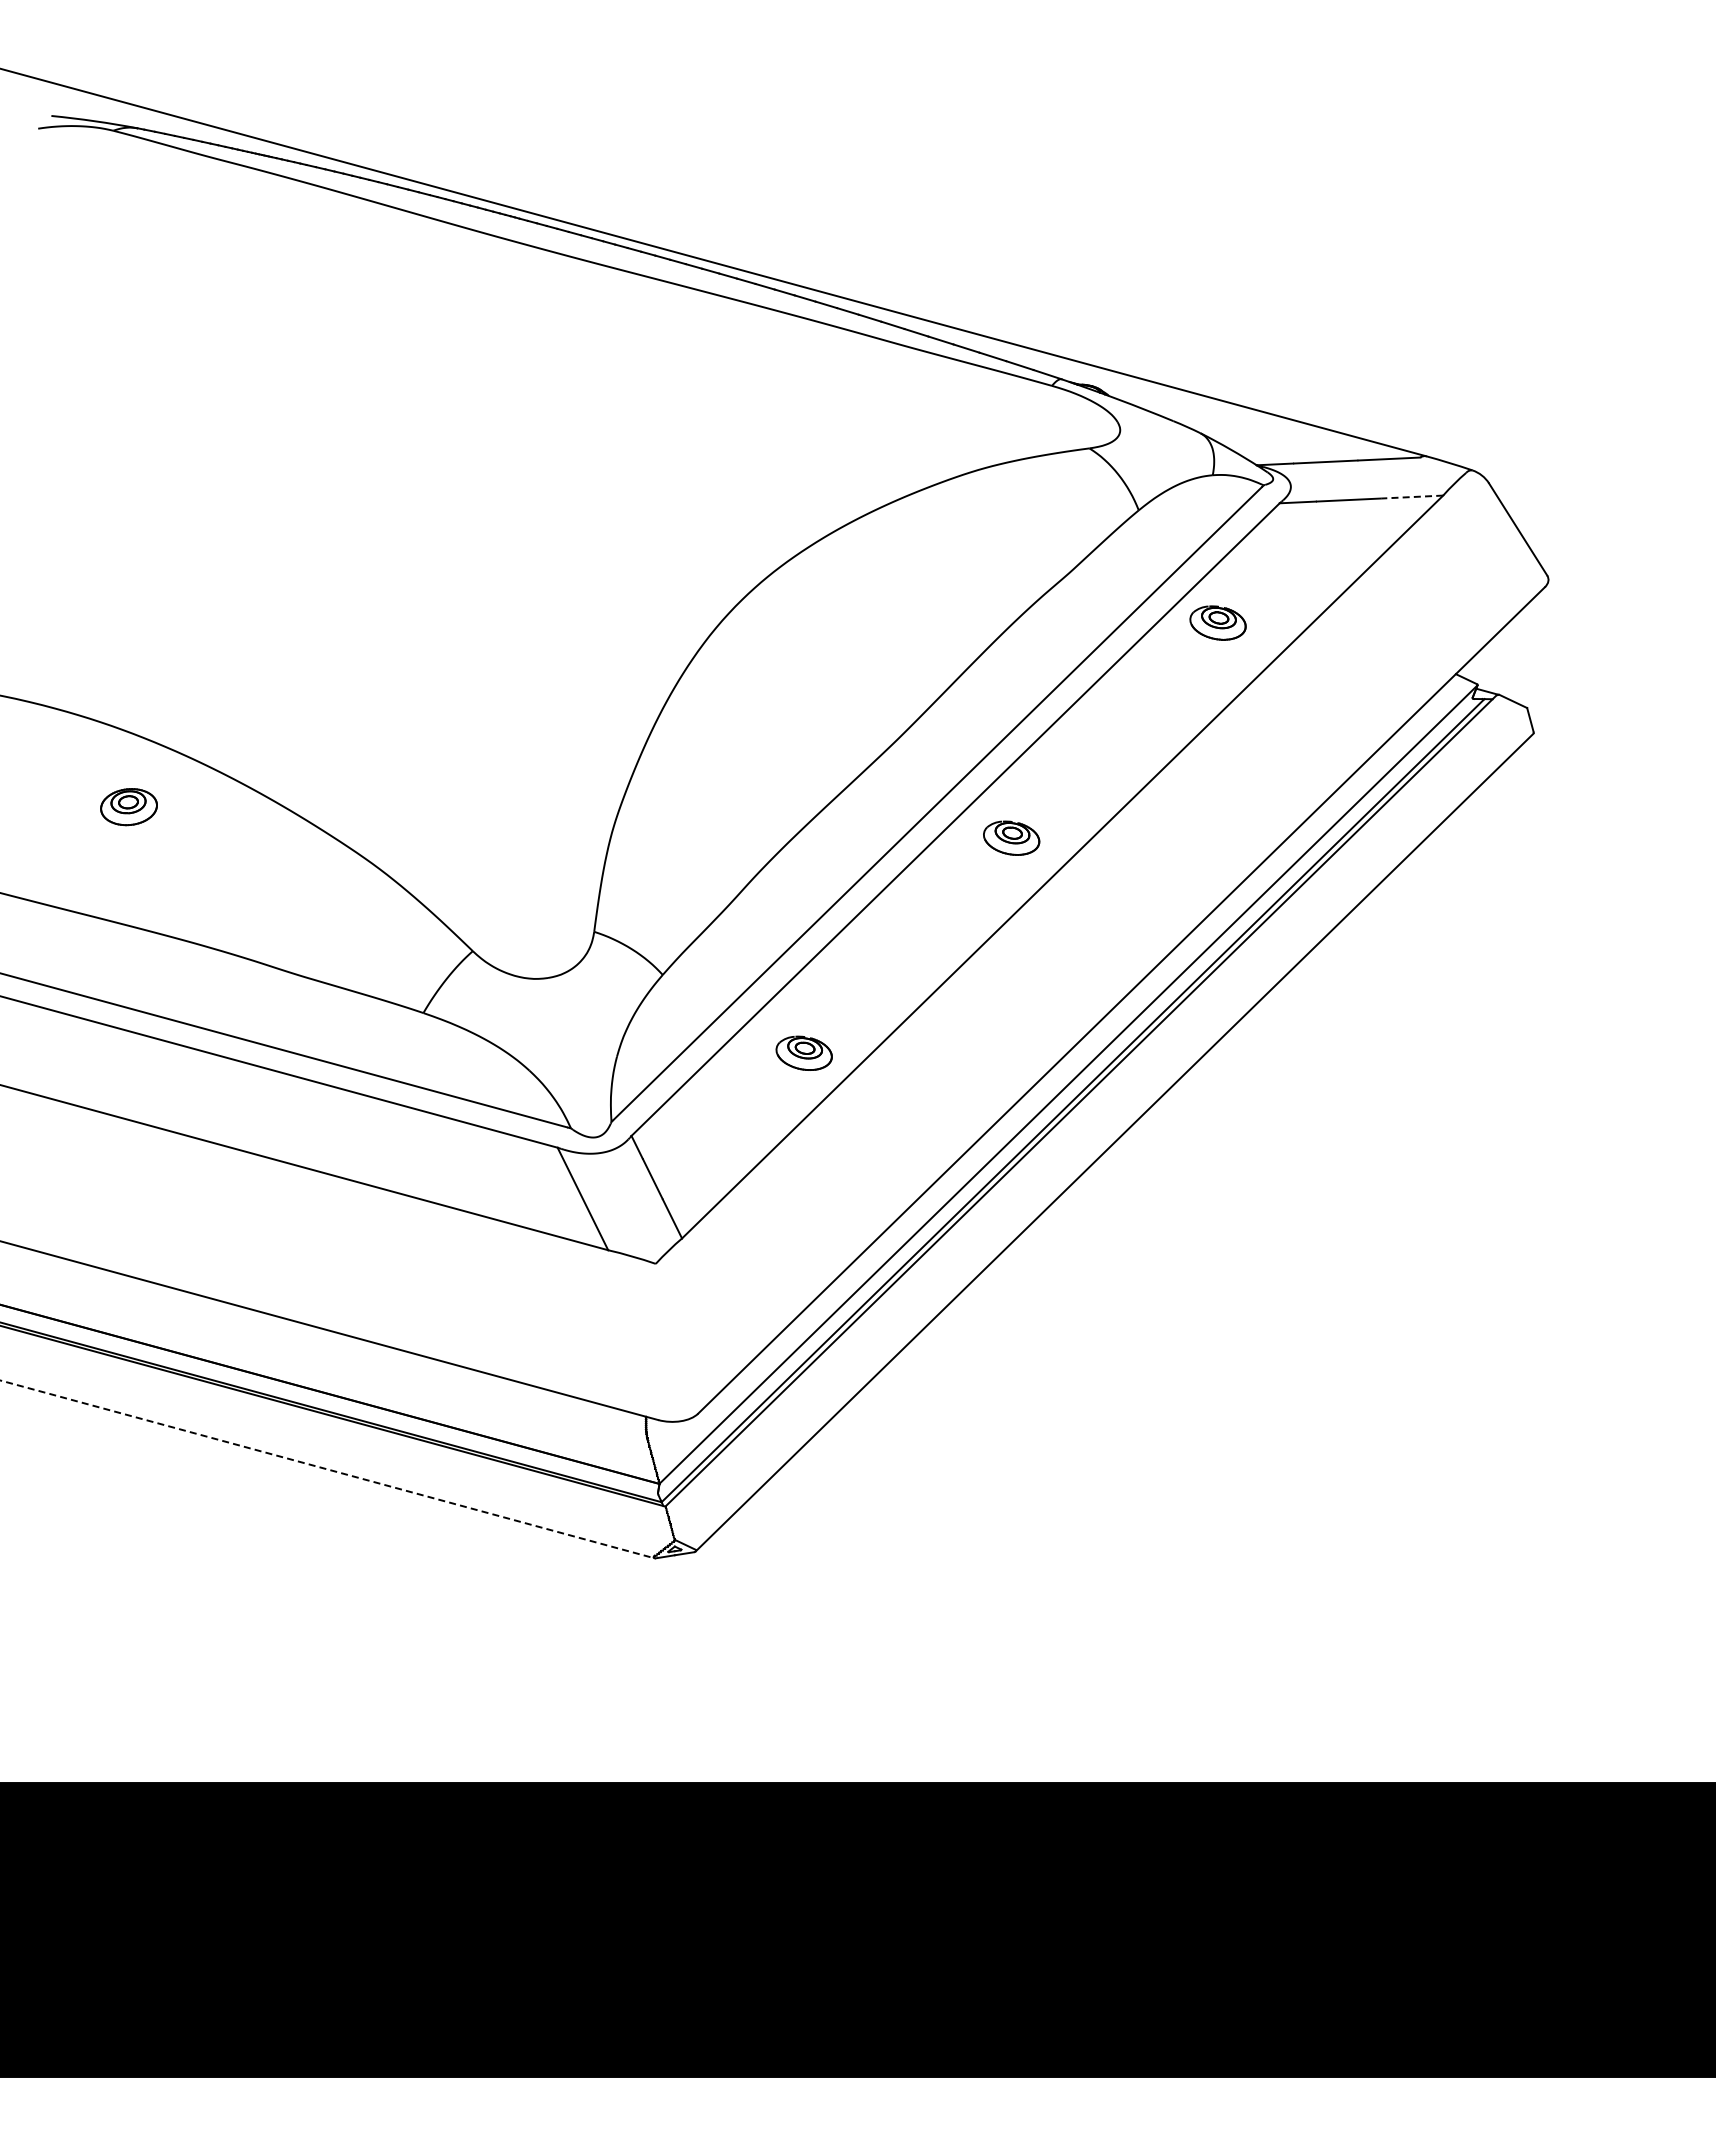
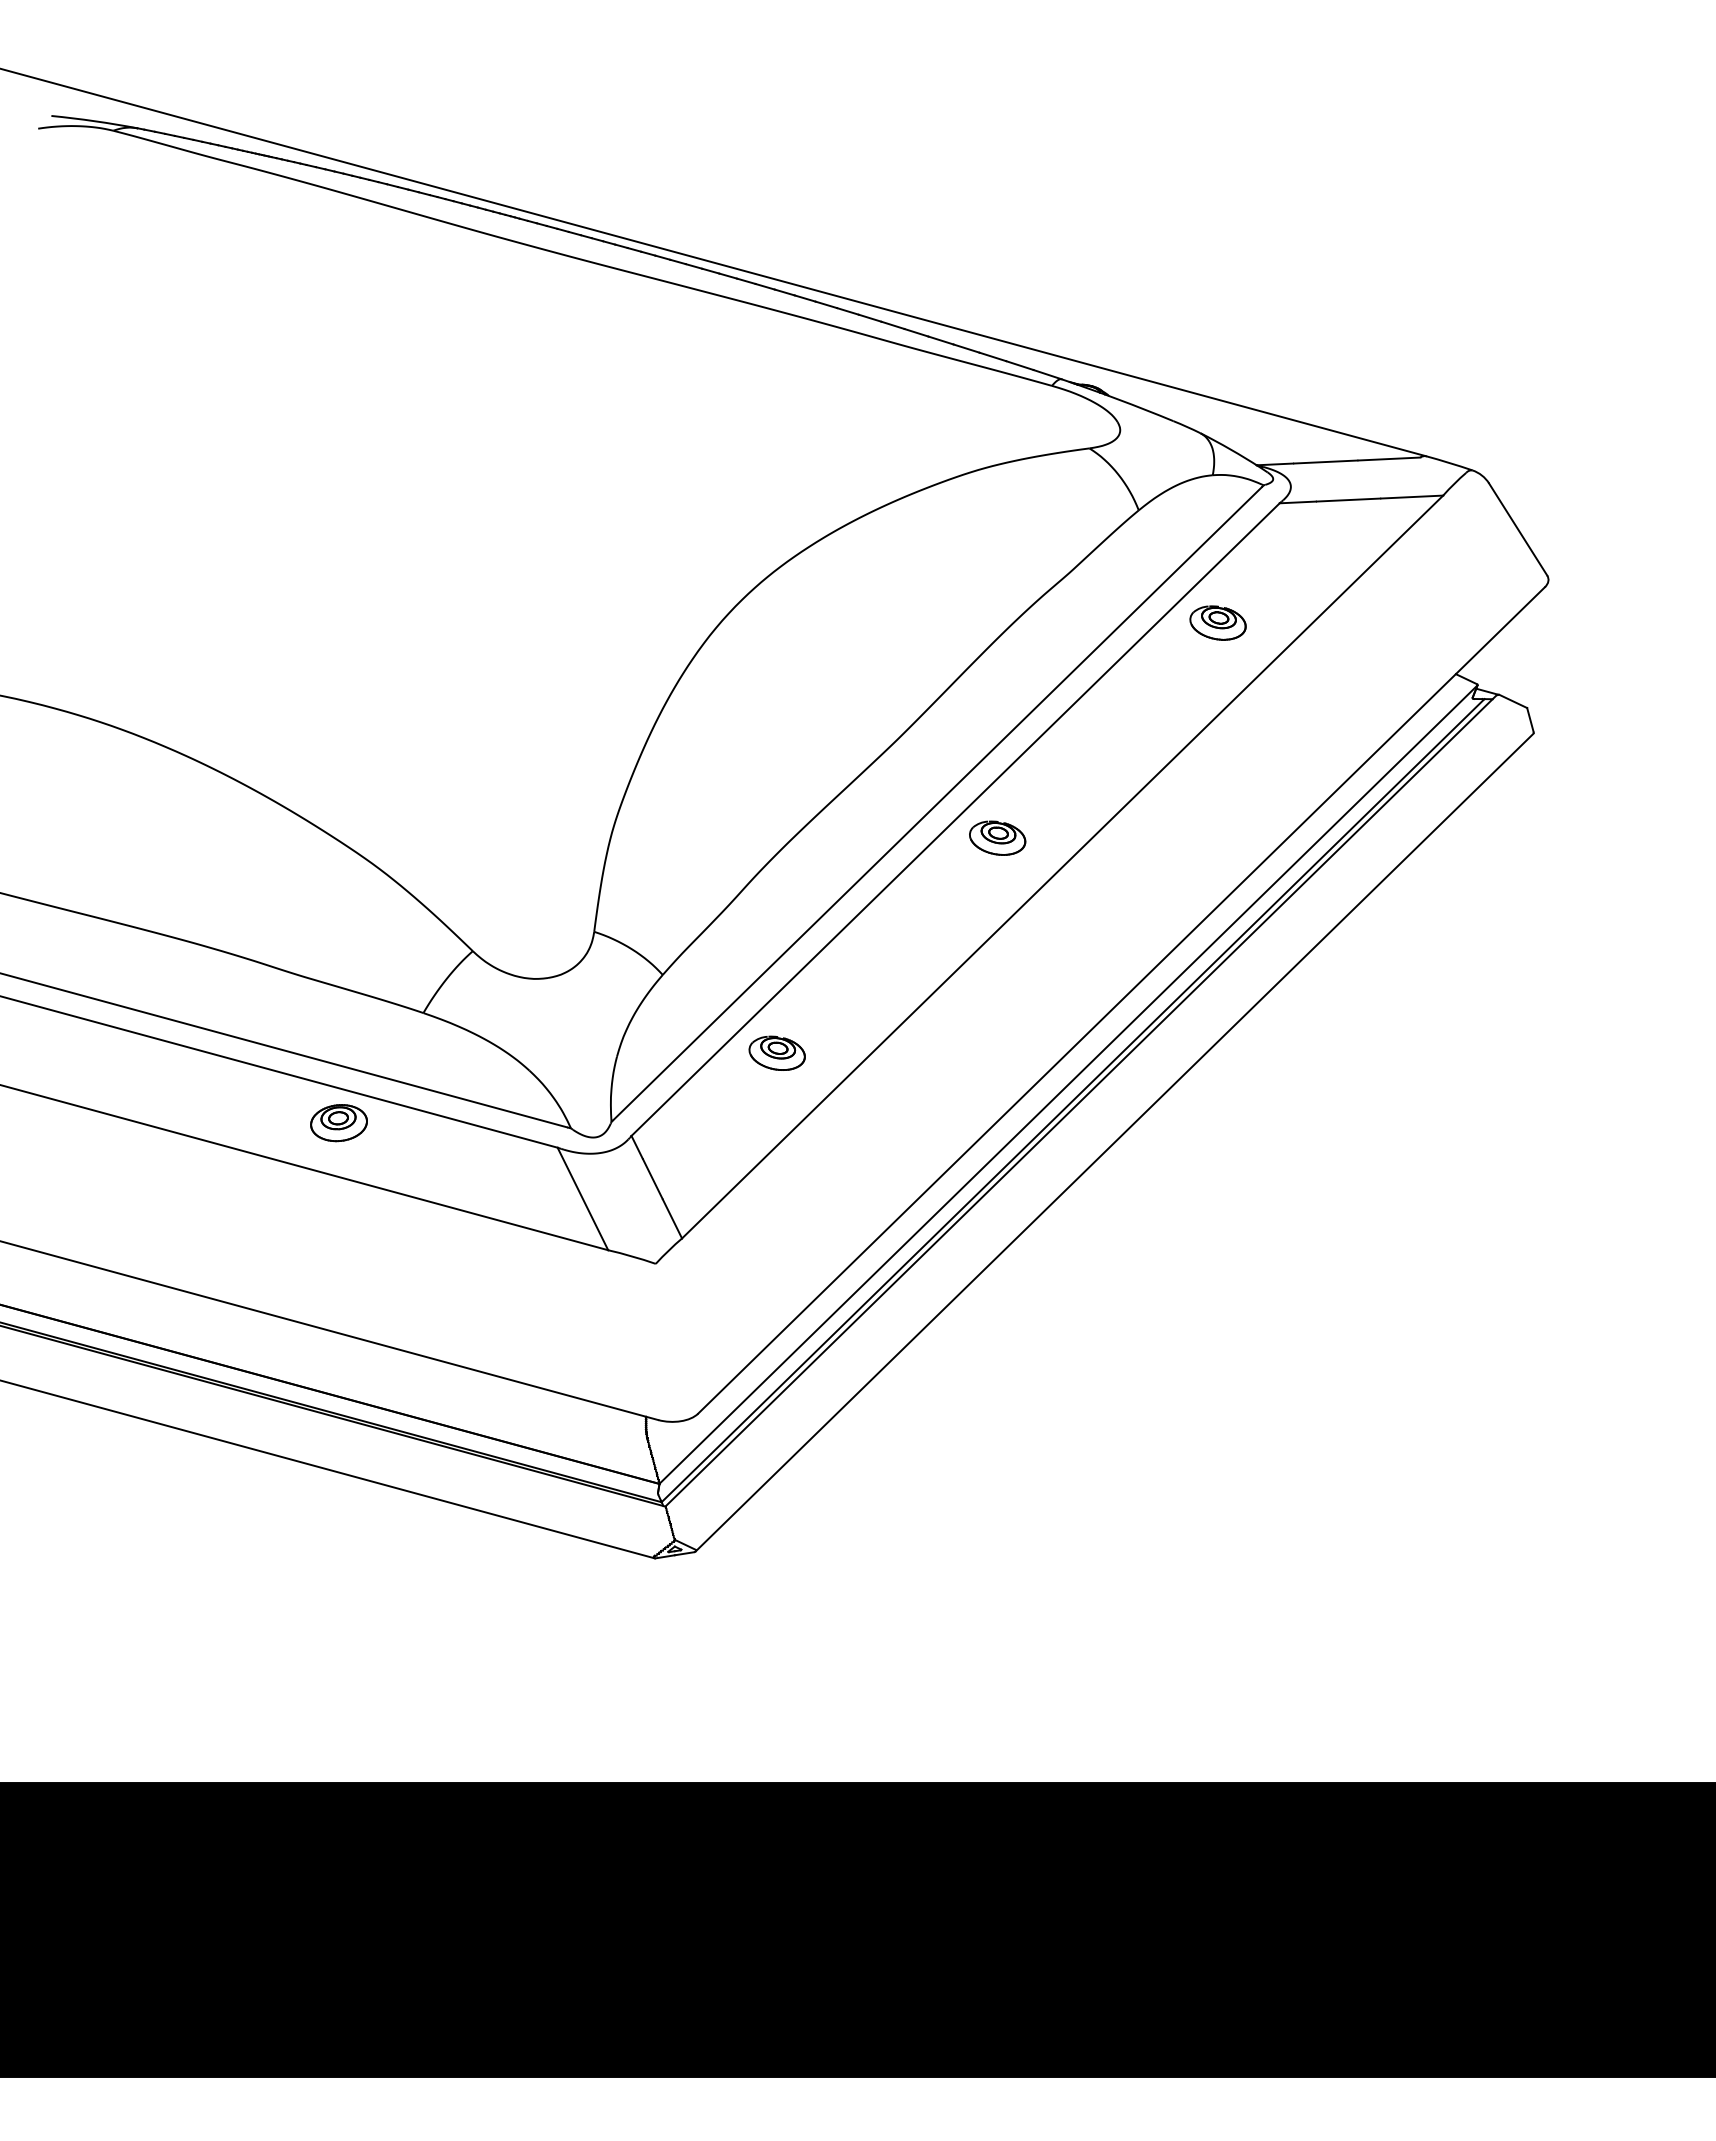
line at (1411, 497): dashed -> solid
part at (128, 807) position: (128, 807) -> (338, 1123)
part at (1011, 837) position: (1011, 837) -> (997, 837)
part at (803, 1052) position: (803, 1052) -> (776, 1052)
line at (327, 1469): dashed -> solid
